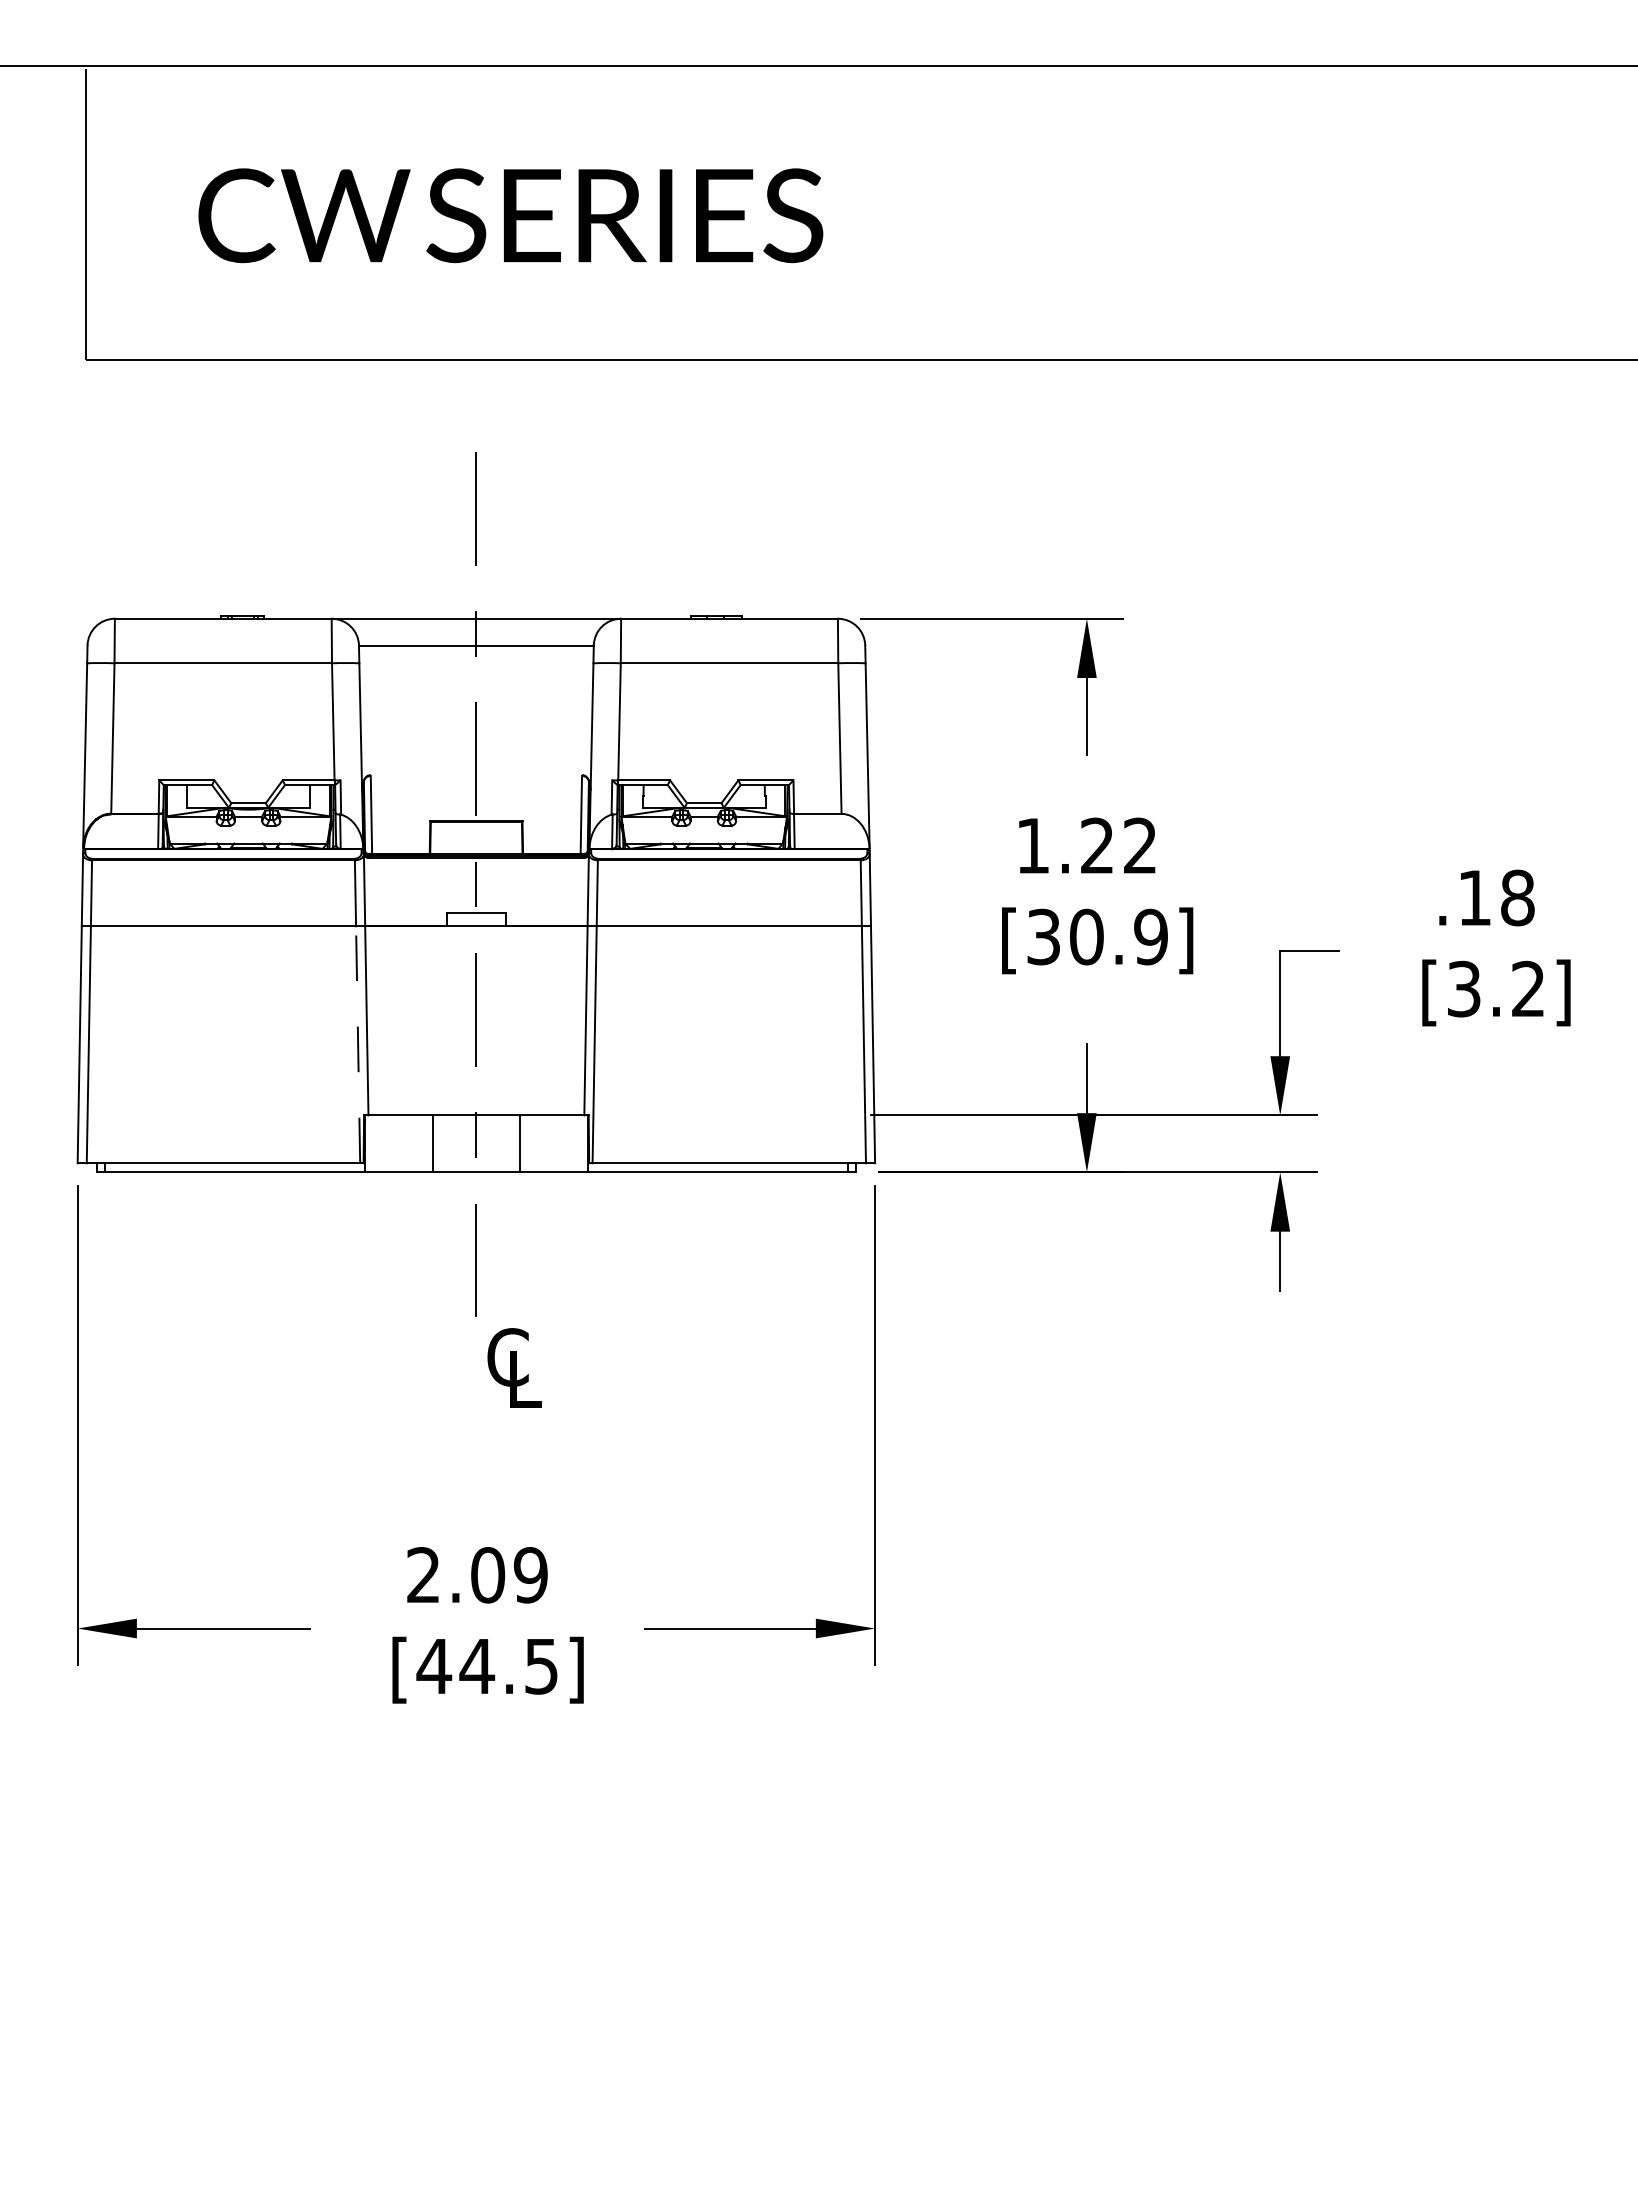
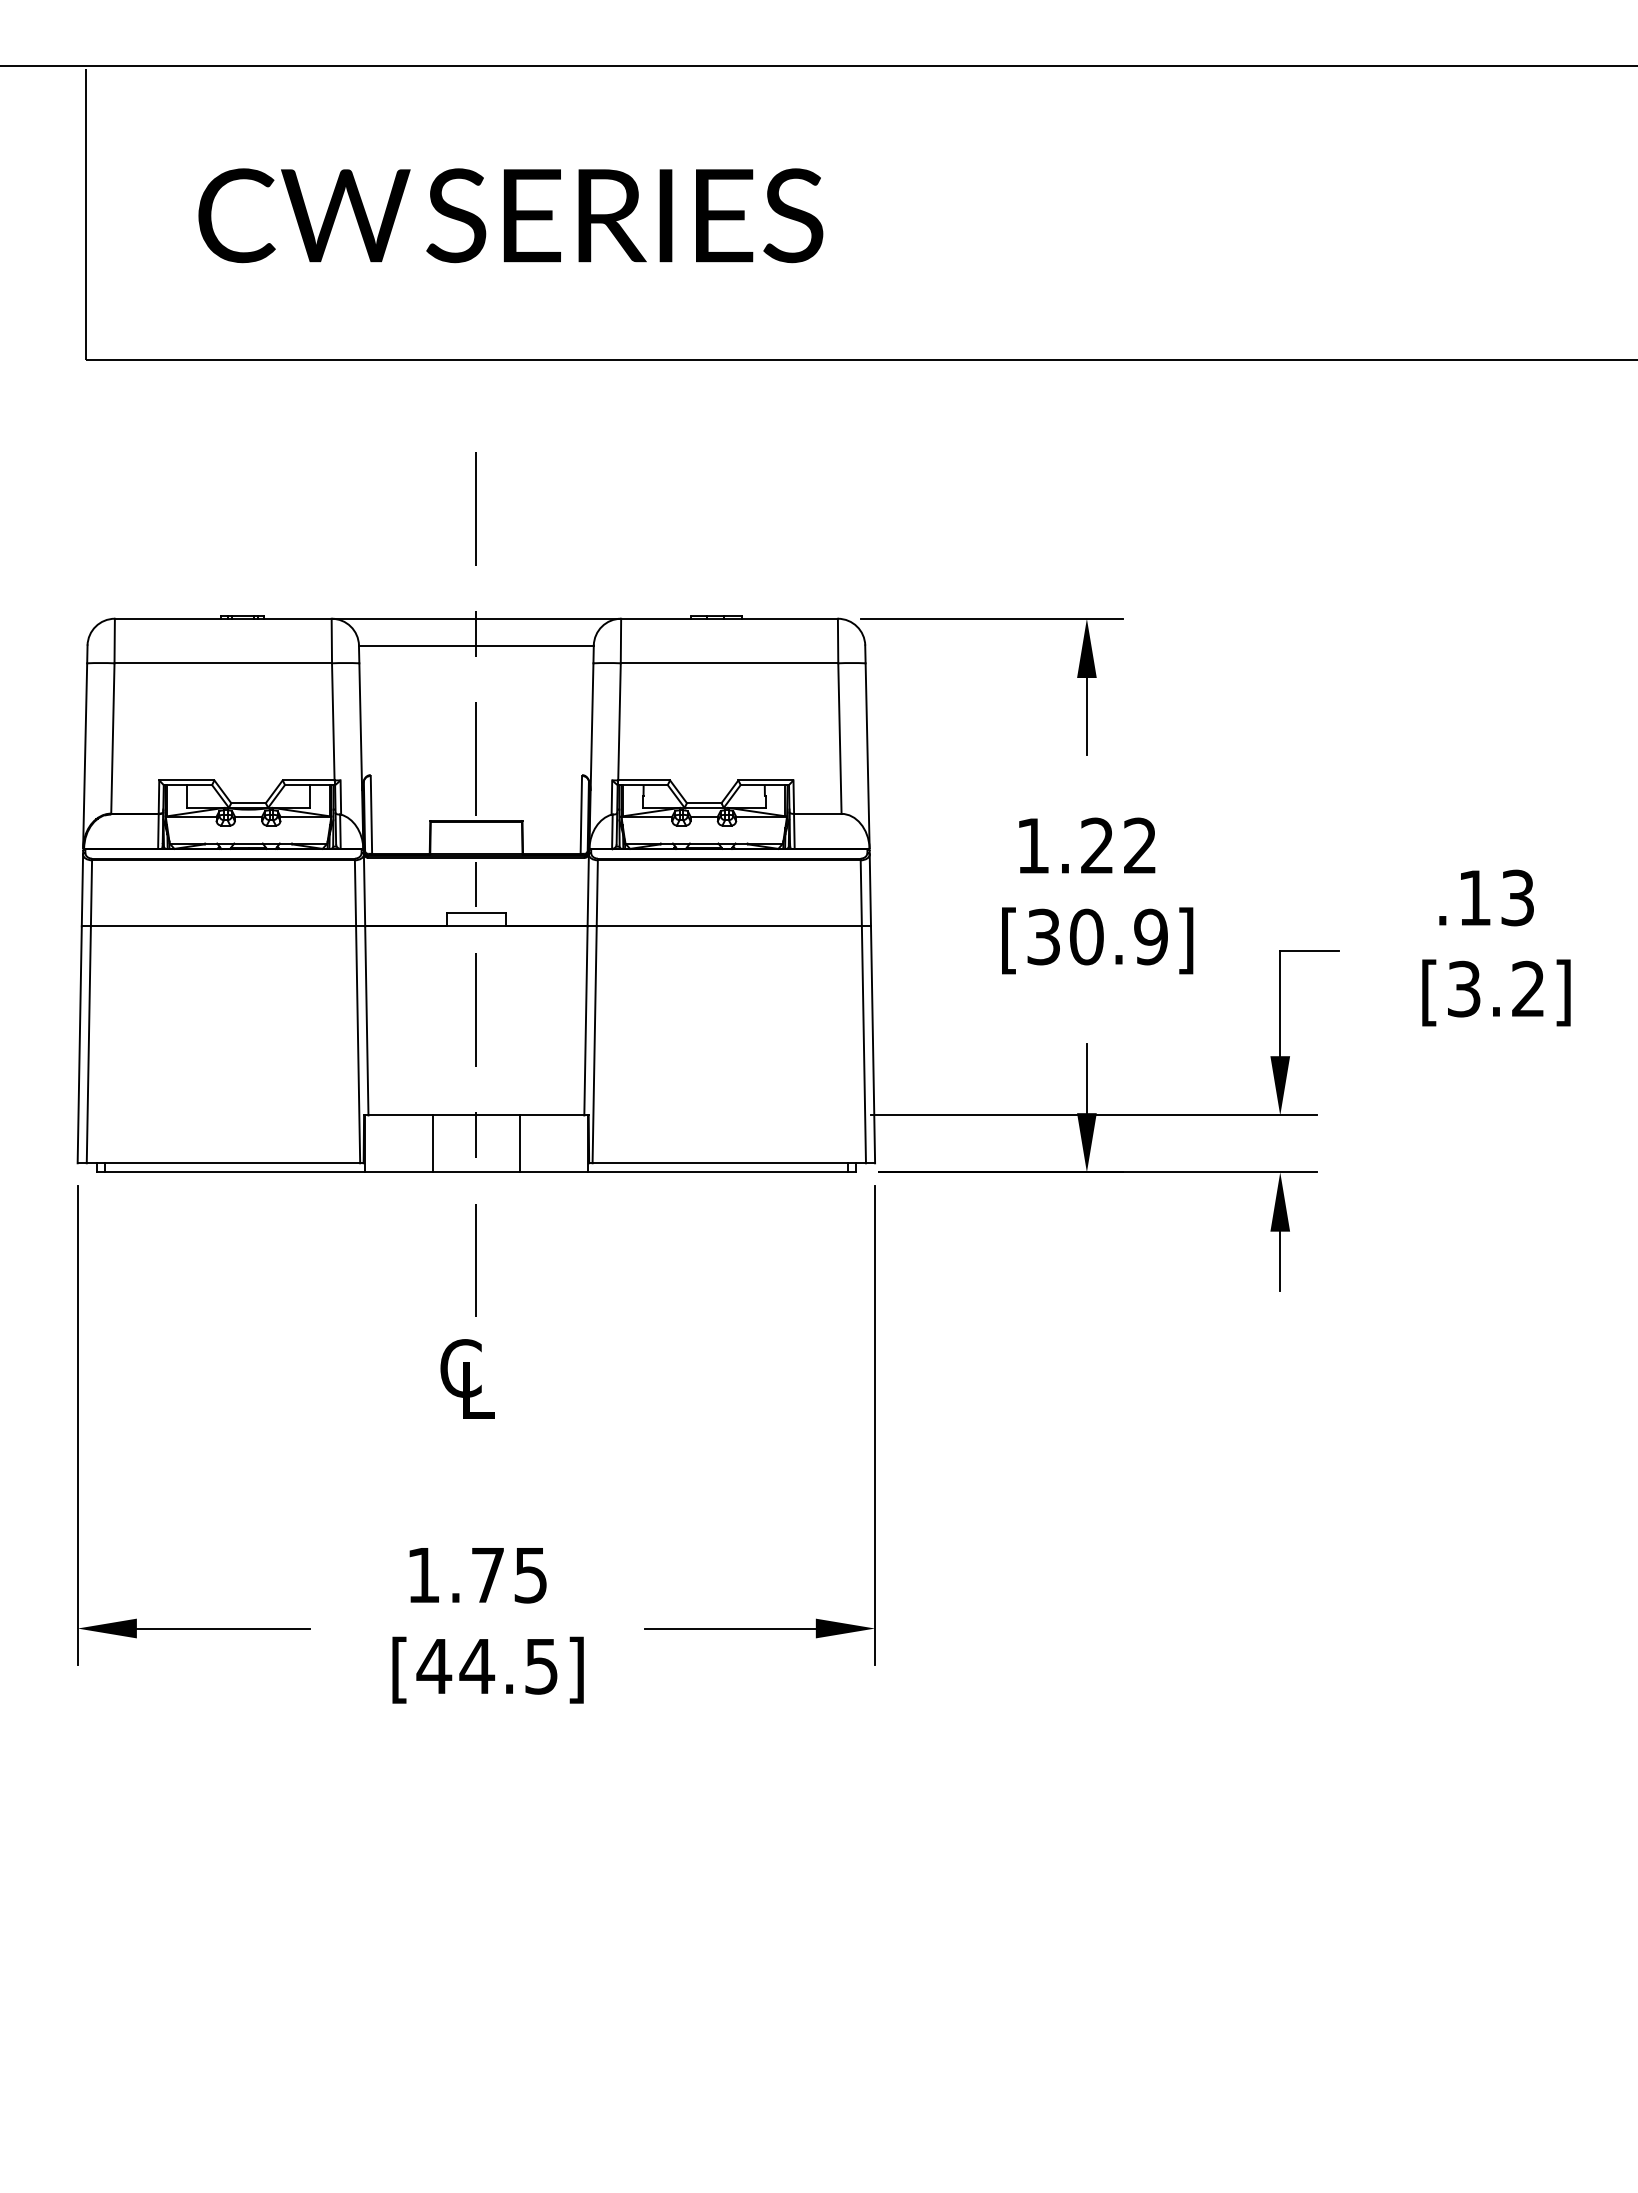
text at (1517, 897): .18 -> .13
line at (358, 1044): dashed -> solid
text at (514, 1367) position: (514, 1367) -> (467, 1378)
text at (477, 1575): 2.09 -> 1.75
